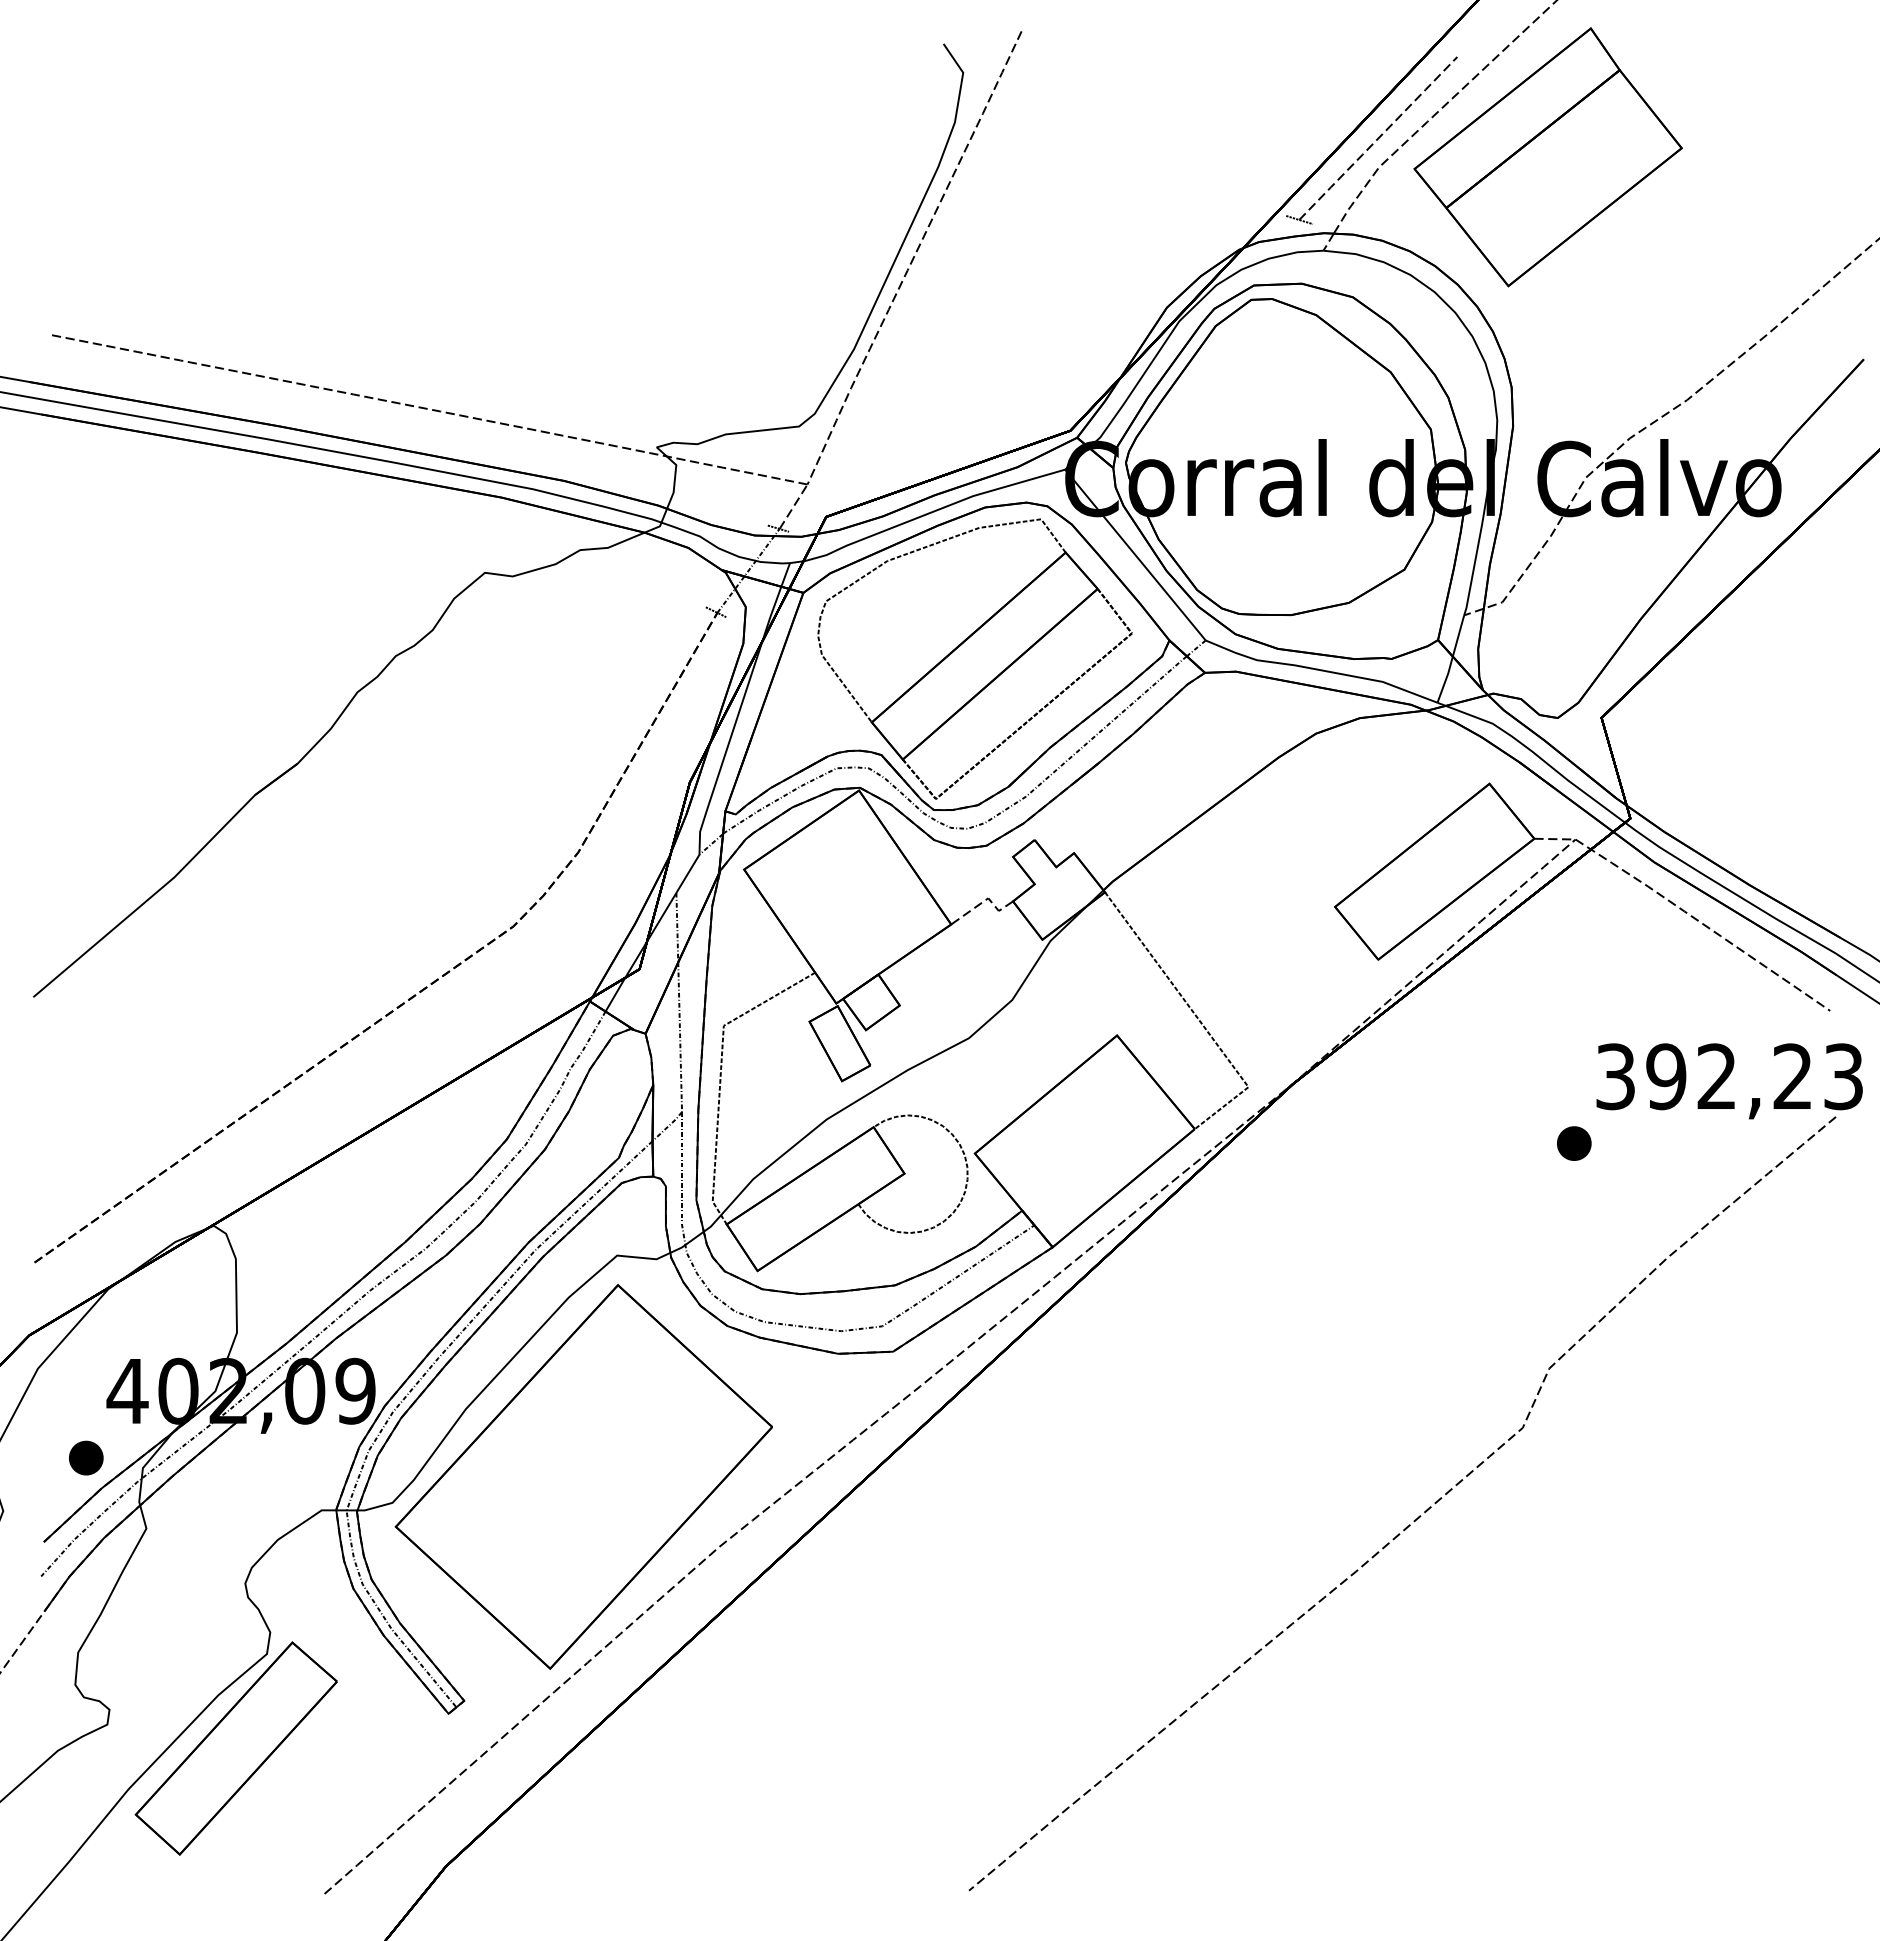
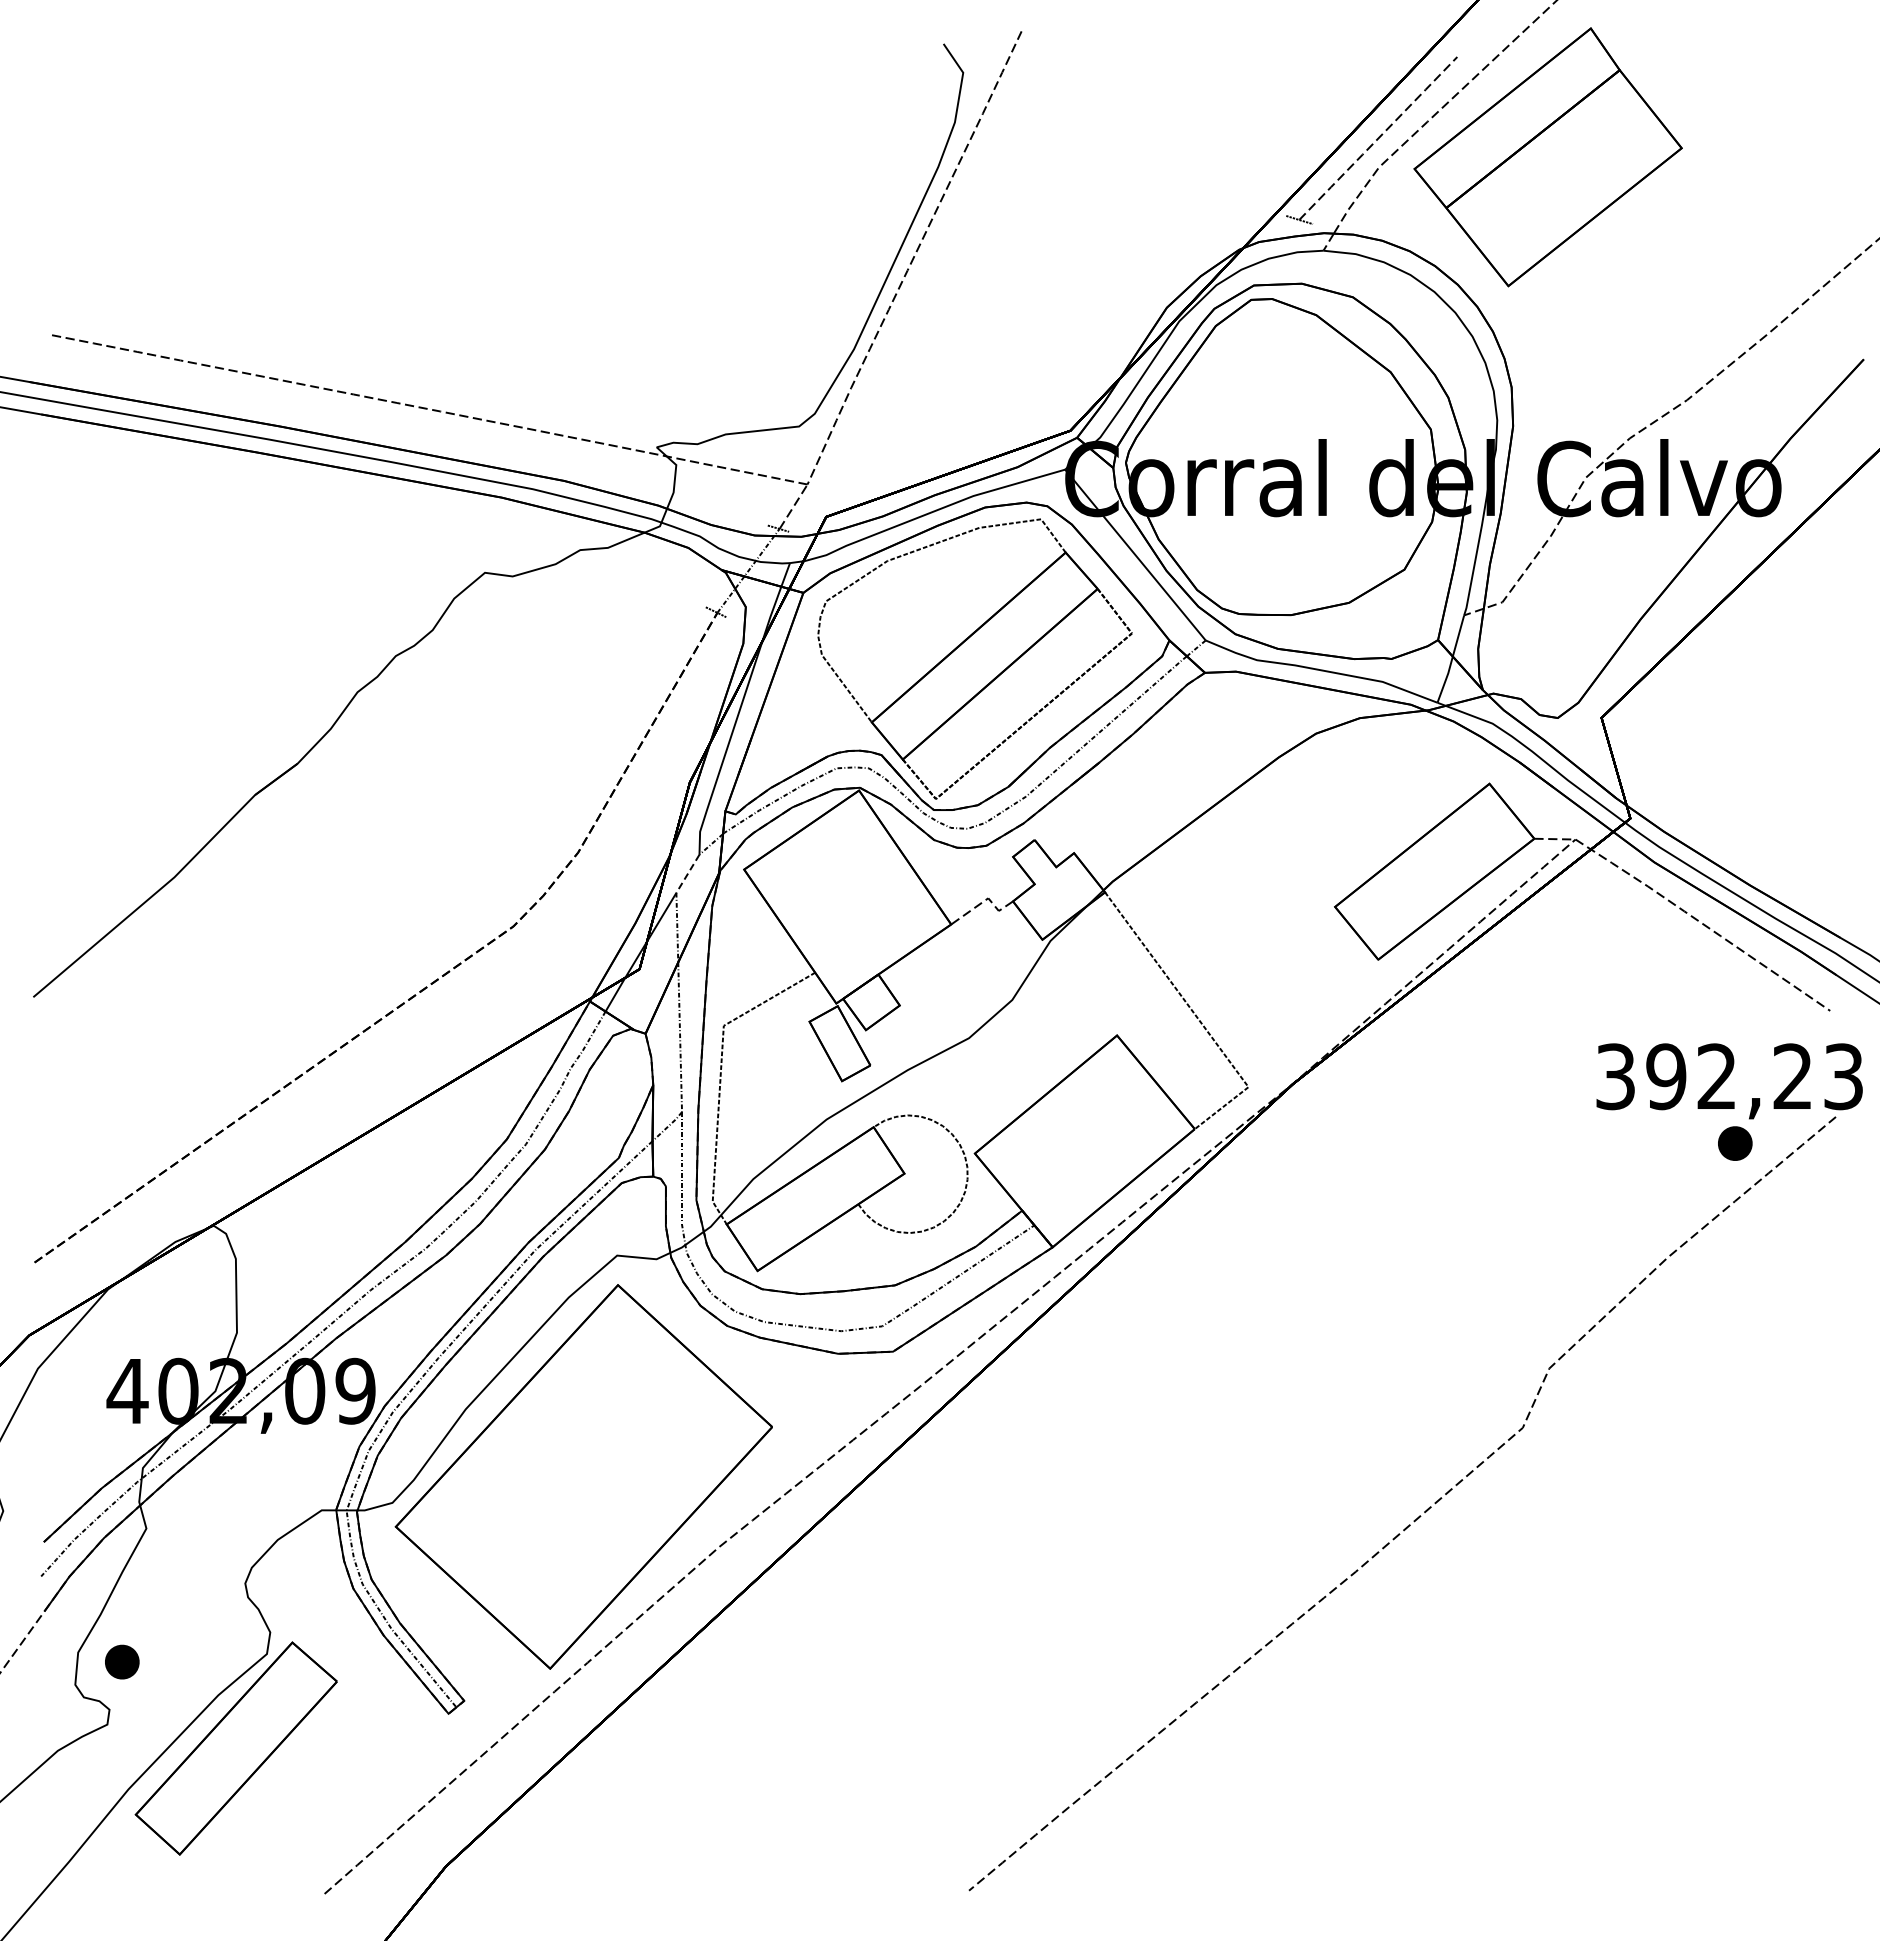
line at (687, 874): solid -> dashed
part at (1574, 1143) position: (1574, 1143) -> (1735, 1143)
part at (86, 1457) position: (86, 1457) -> (122, 1661)
